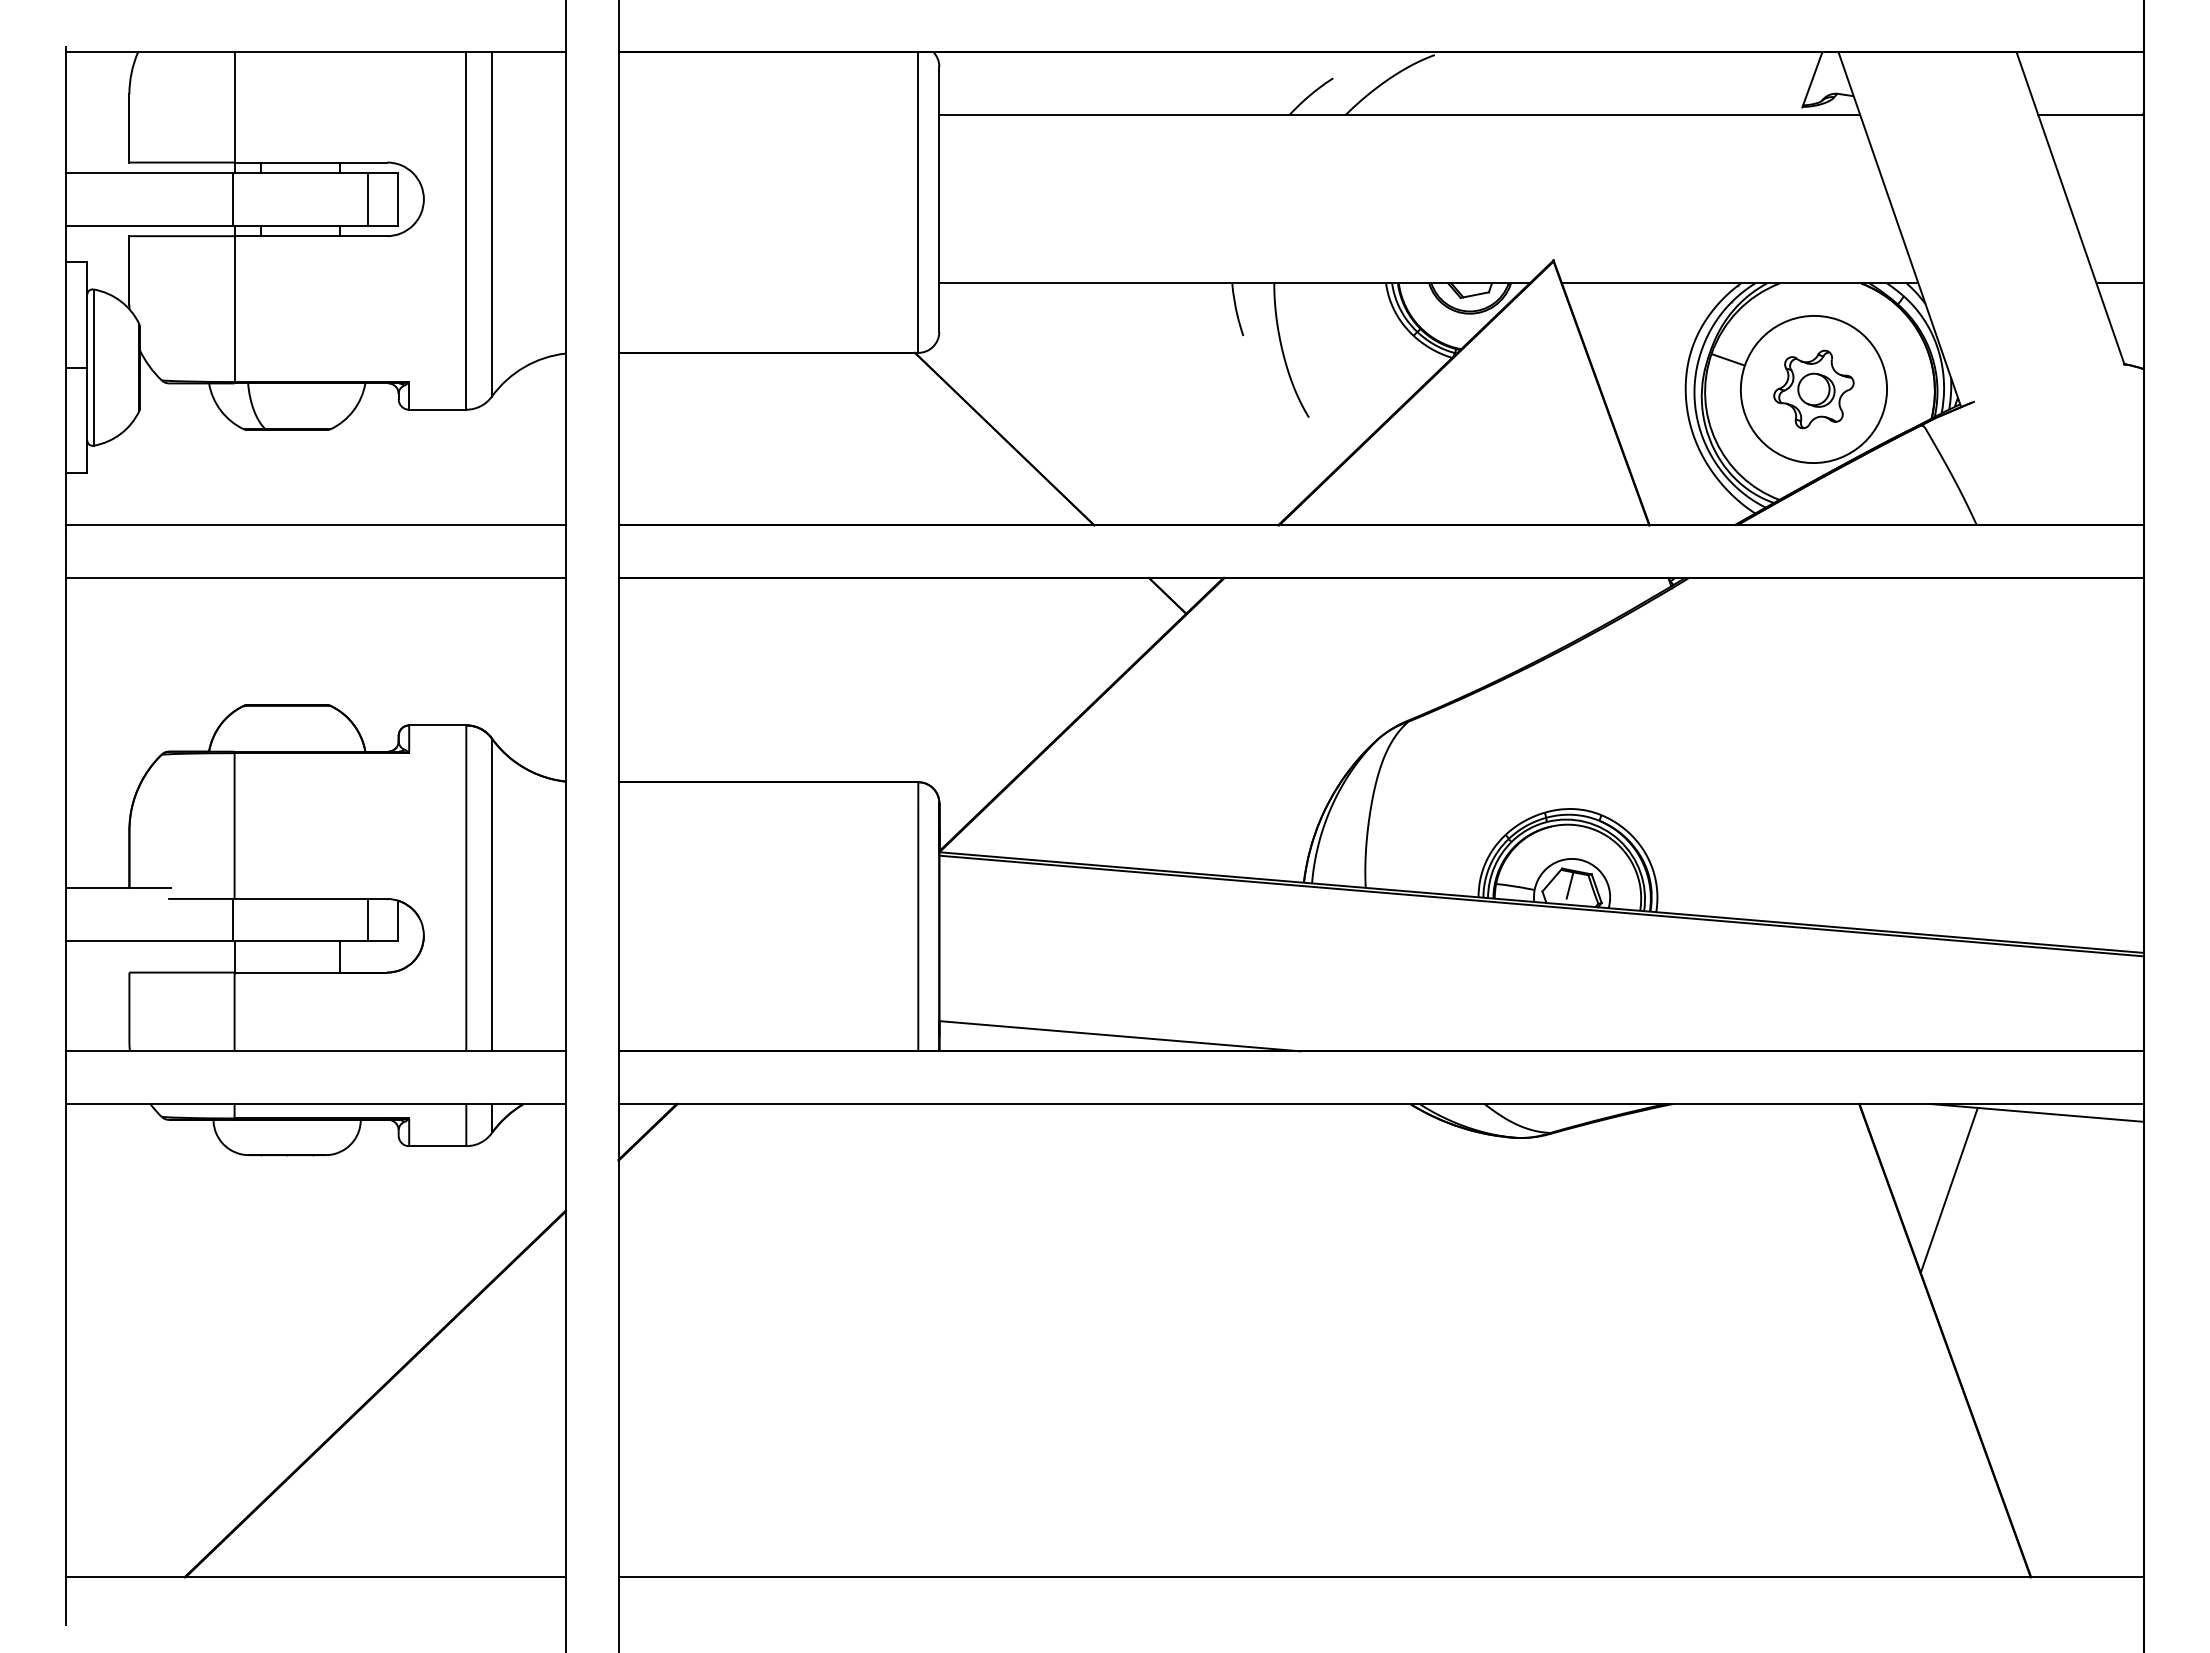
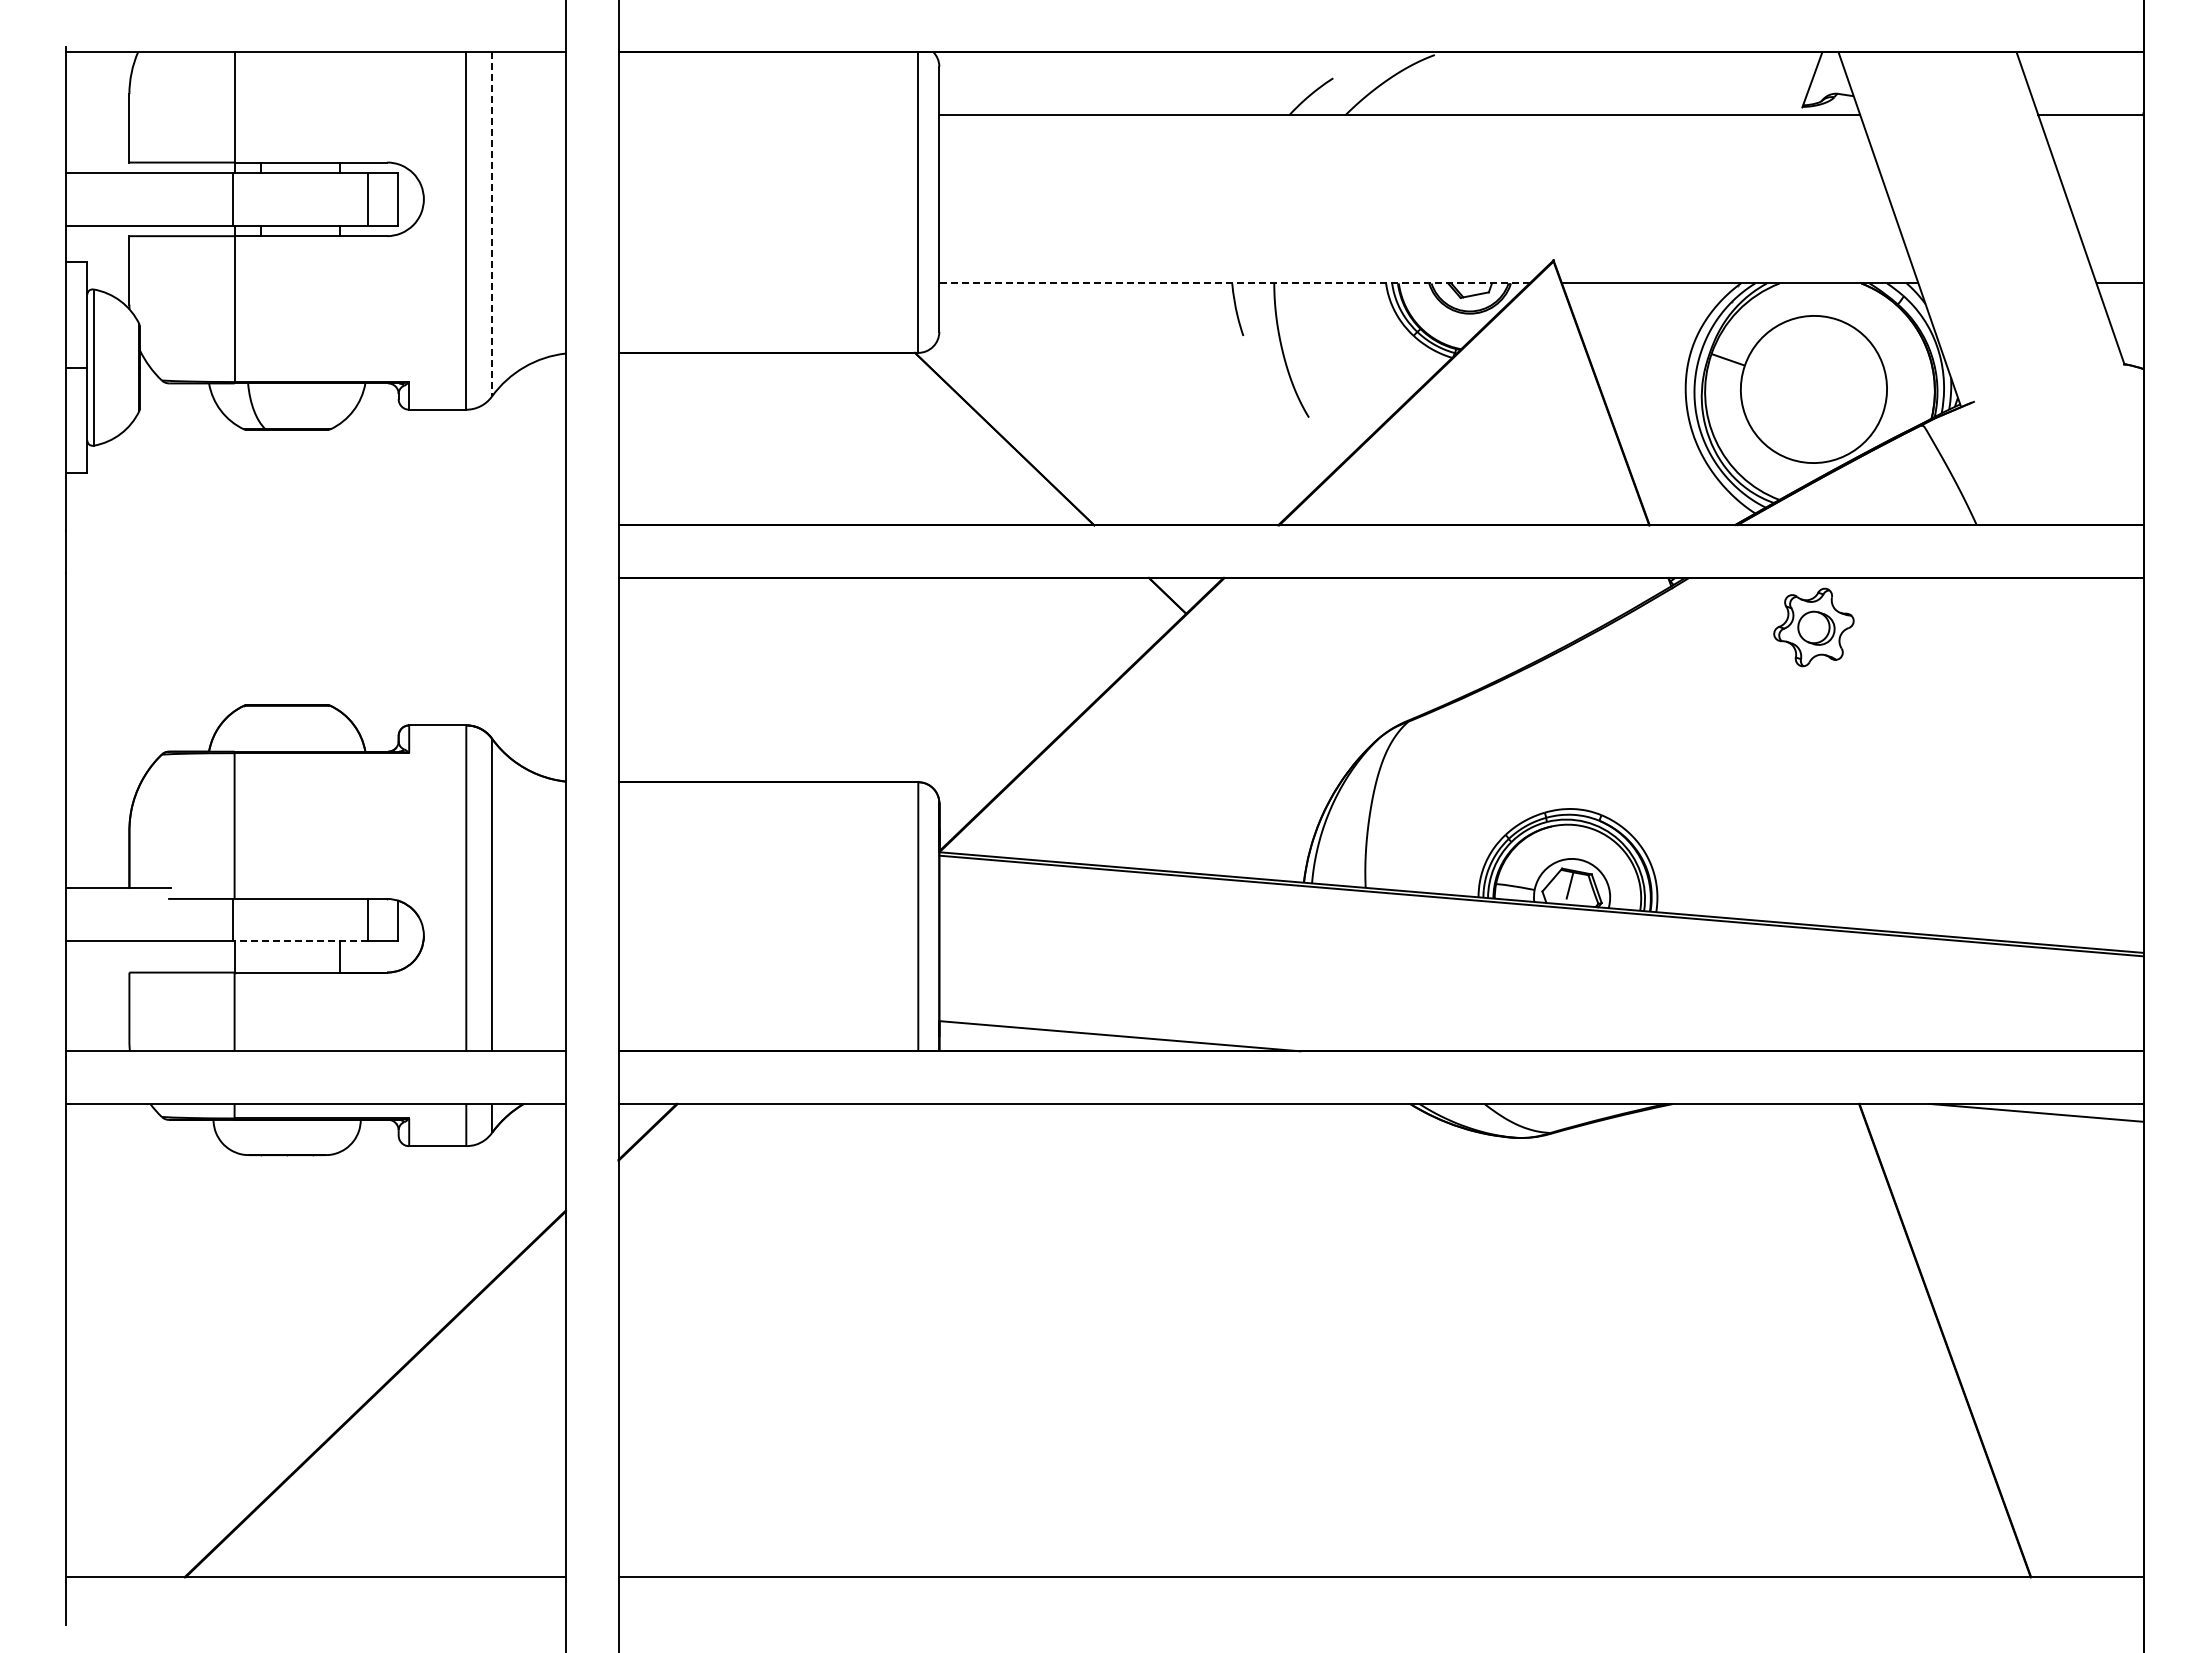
line at (491, 224): solid -> dashed
line at (1233, 283): solid -> dashed
part at (1813, 389) position: (1813, 389) -> (1813, 627)
line at (315, 525): present -> none
line at (315, 578): present -> none
line at (299, 941): solid -> dashed
line at (1948, 1189): present -> none
